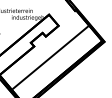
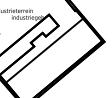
line at (50, 57) position: (50, 57) -> (44, 50)
